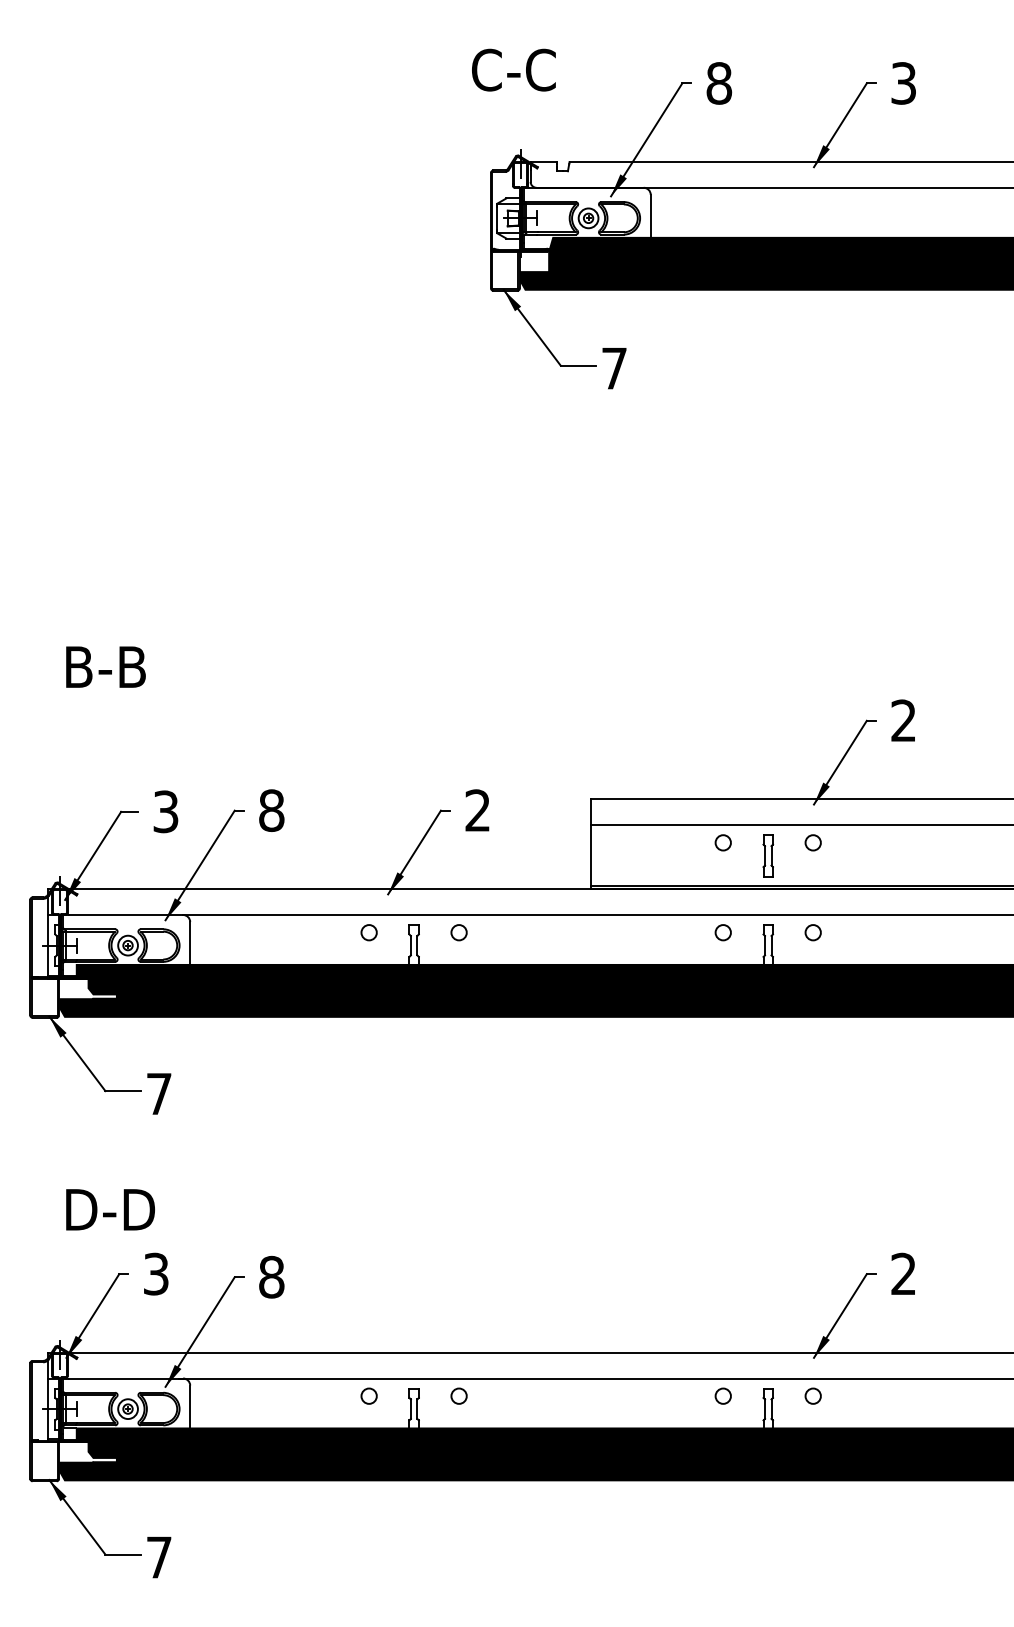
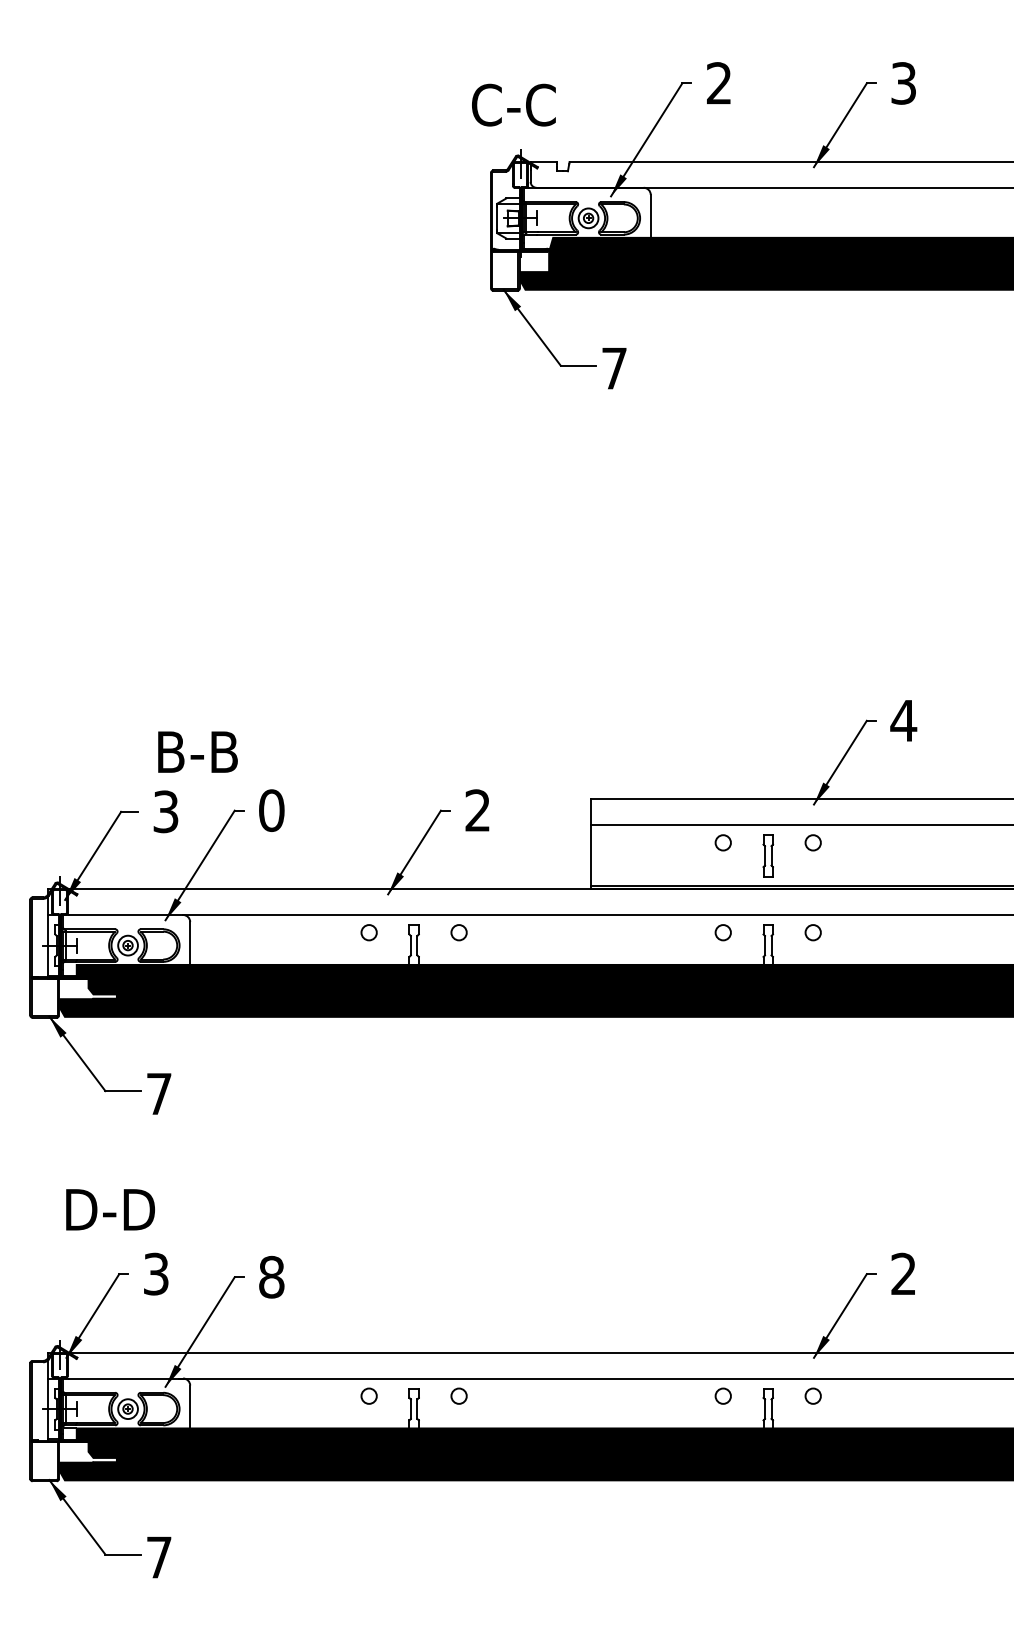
text at (513, 69) position: (513, 69) -> (513, 104)
text at (719, 83): 8 -> 2
text at (105, 666) position: (105, 666) -> (197, 751)
text at (903, 720): 2 -> 4
text at (271, 810): 8 -> 0
